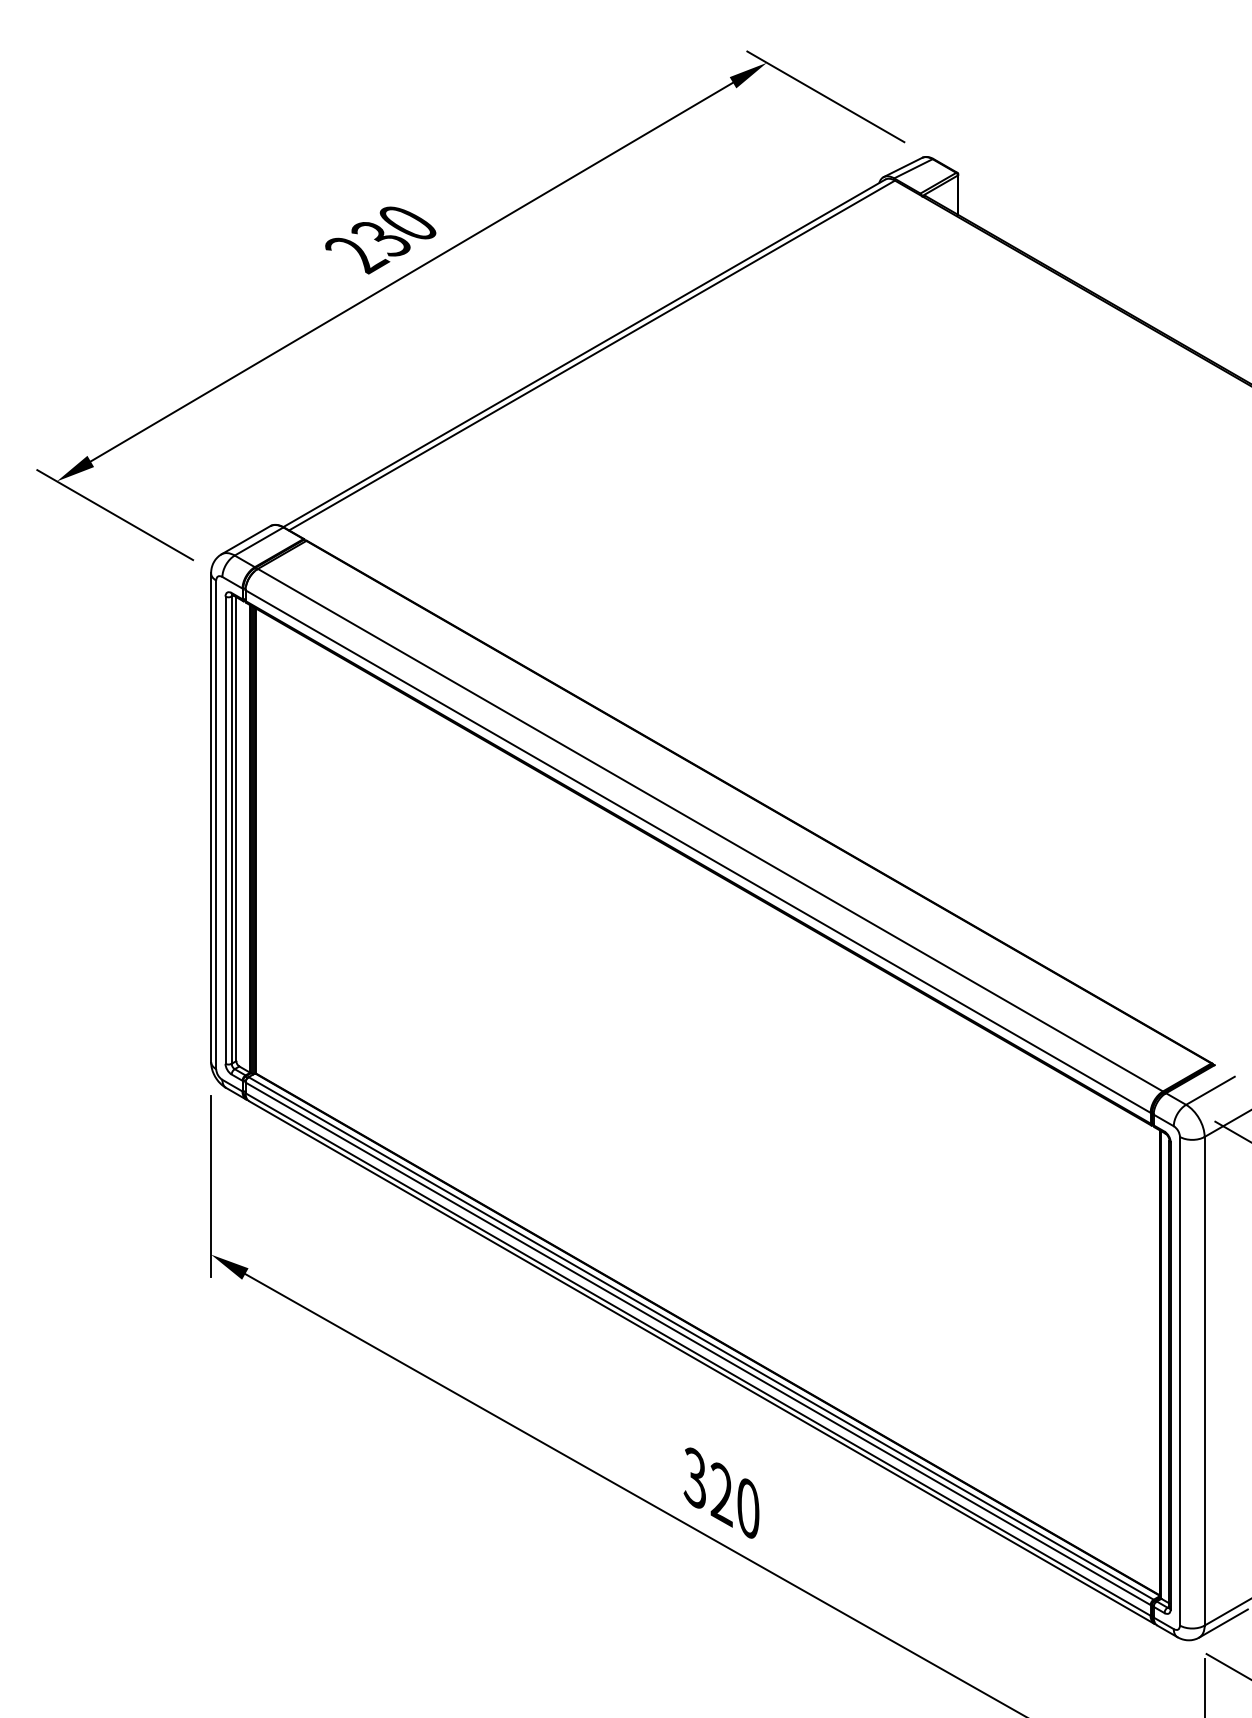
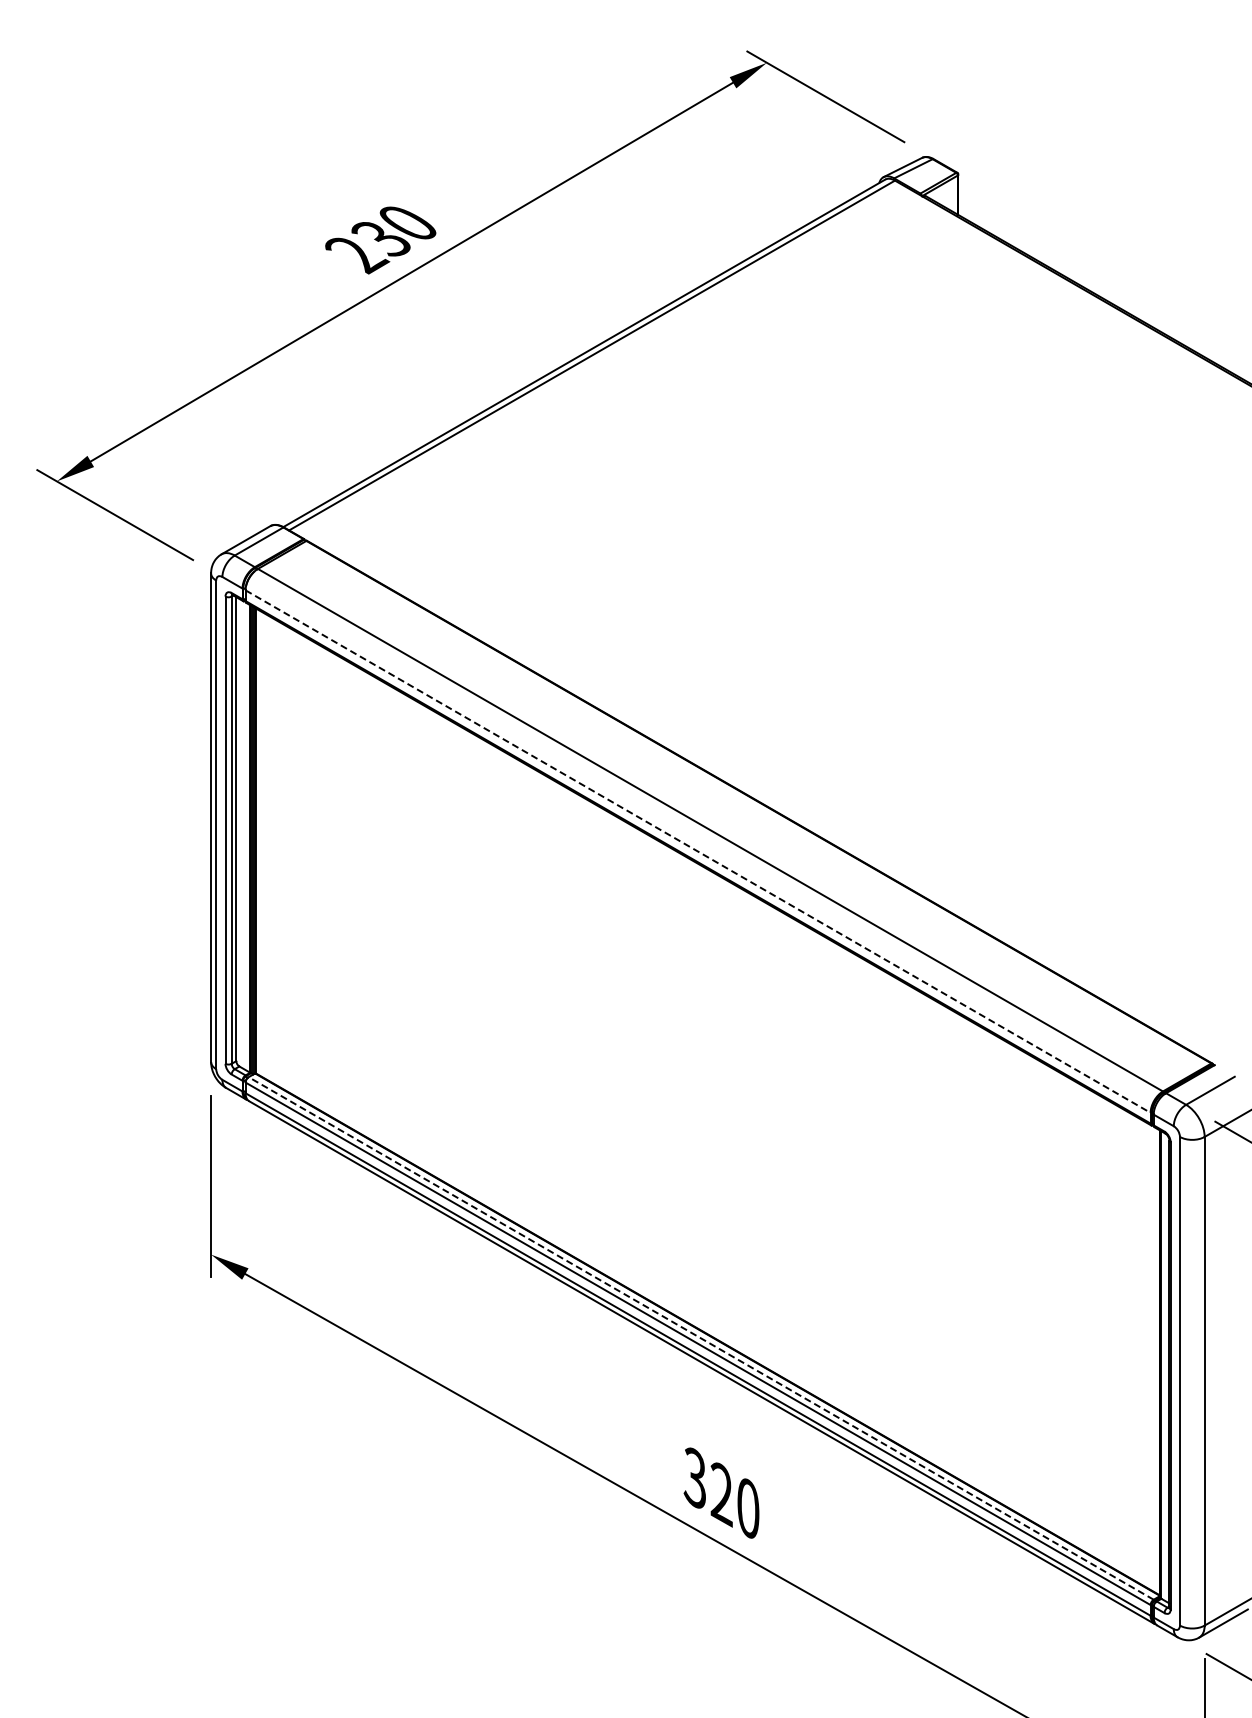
line at (698, 851): solid -> dashed
line at (701, 1338): solid -> dashed
